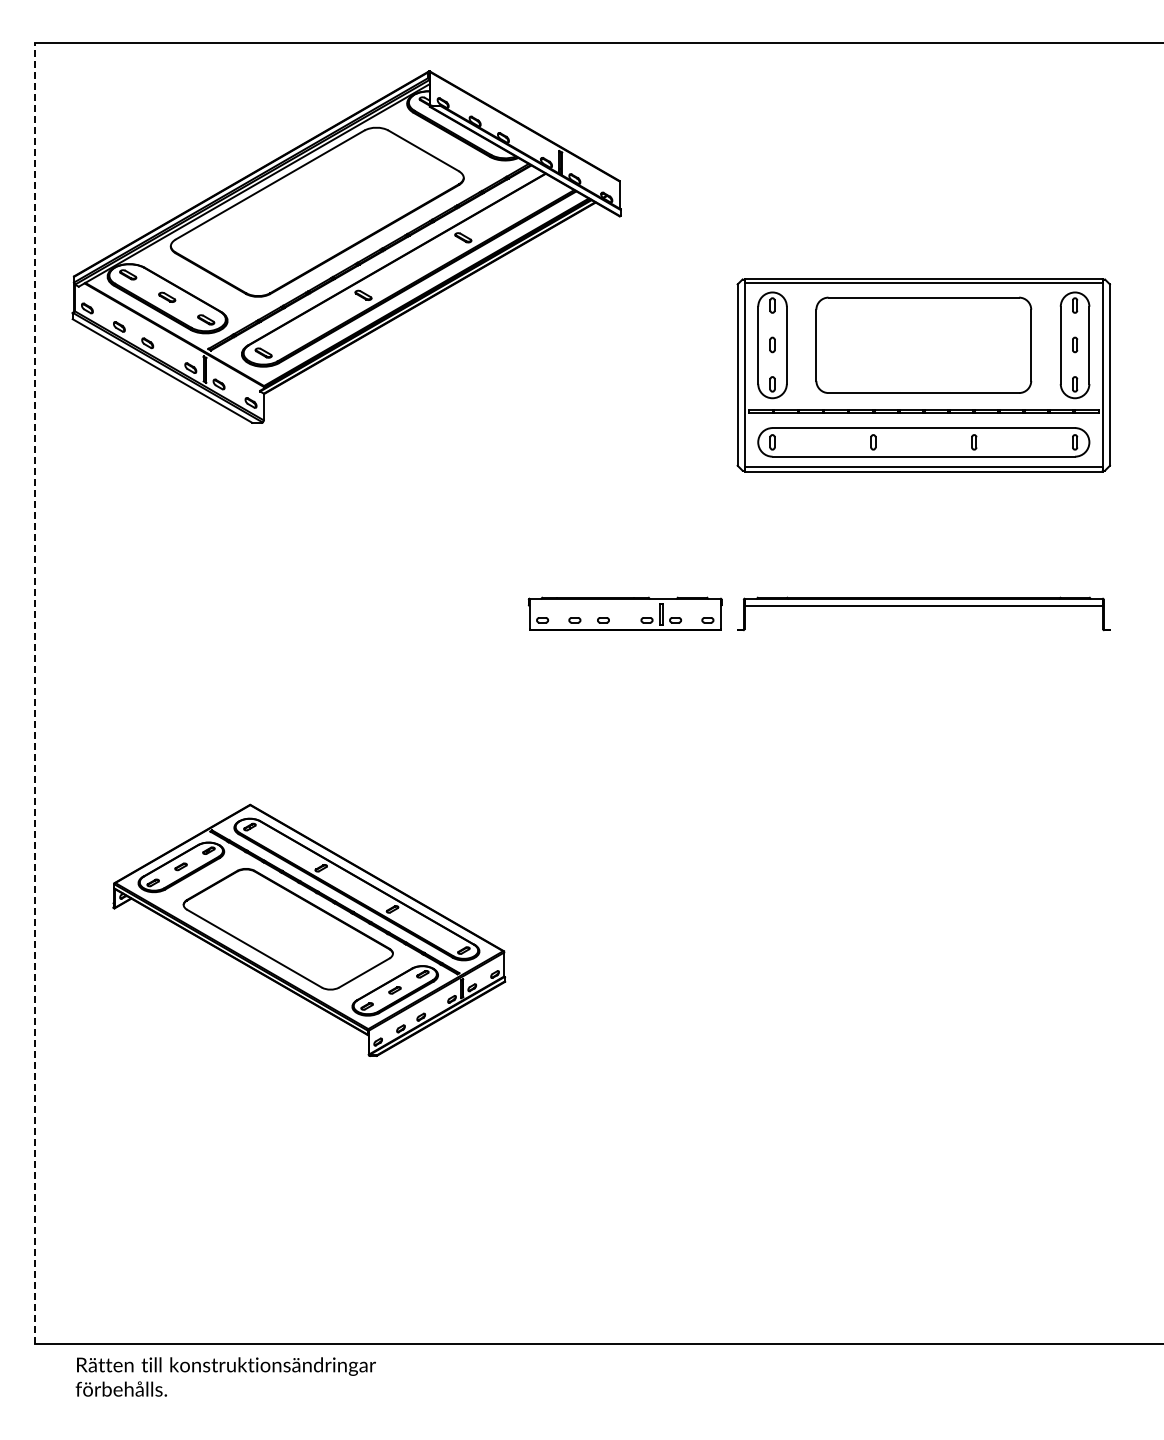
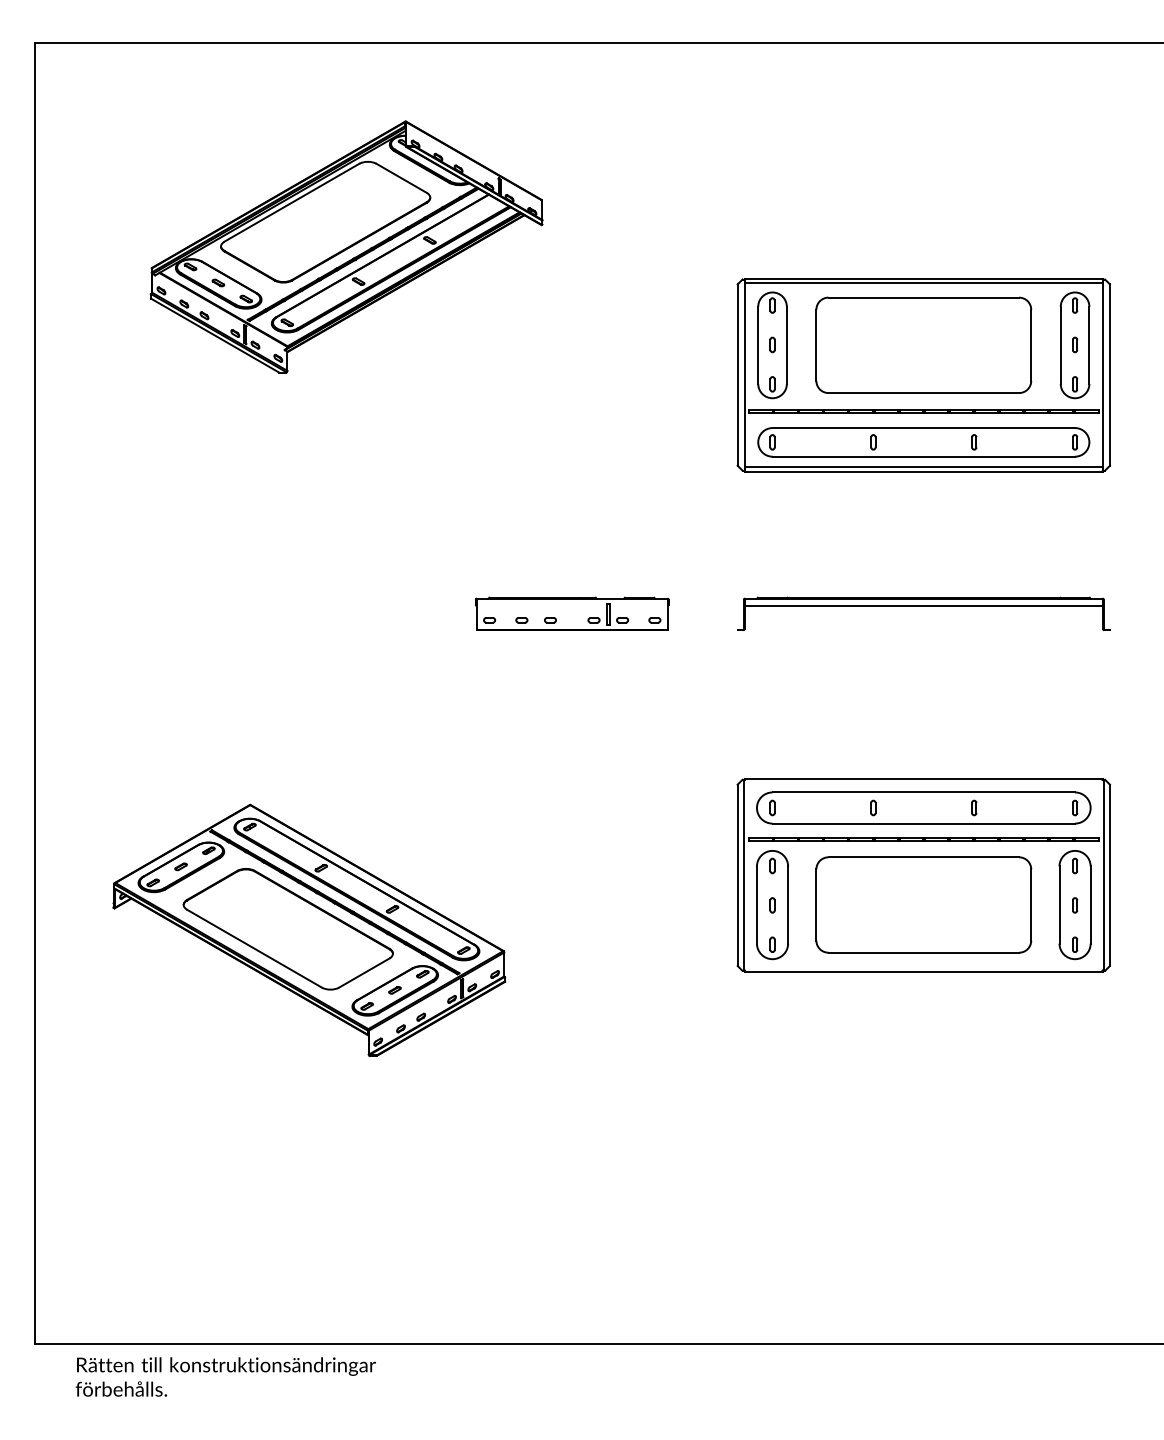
part at (346, 246) size: 551x354 px -> 395x254 px
part at (624, 613) position: (624, 613) -> (571, 613)
line at (35, 693): dashed -> solid
part at (923, 875): none -> present
